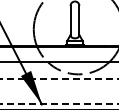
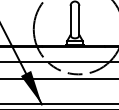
line at (59, 79): dashed -> solid
line at (59, 104): dashed -> solid
